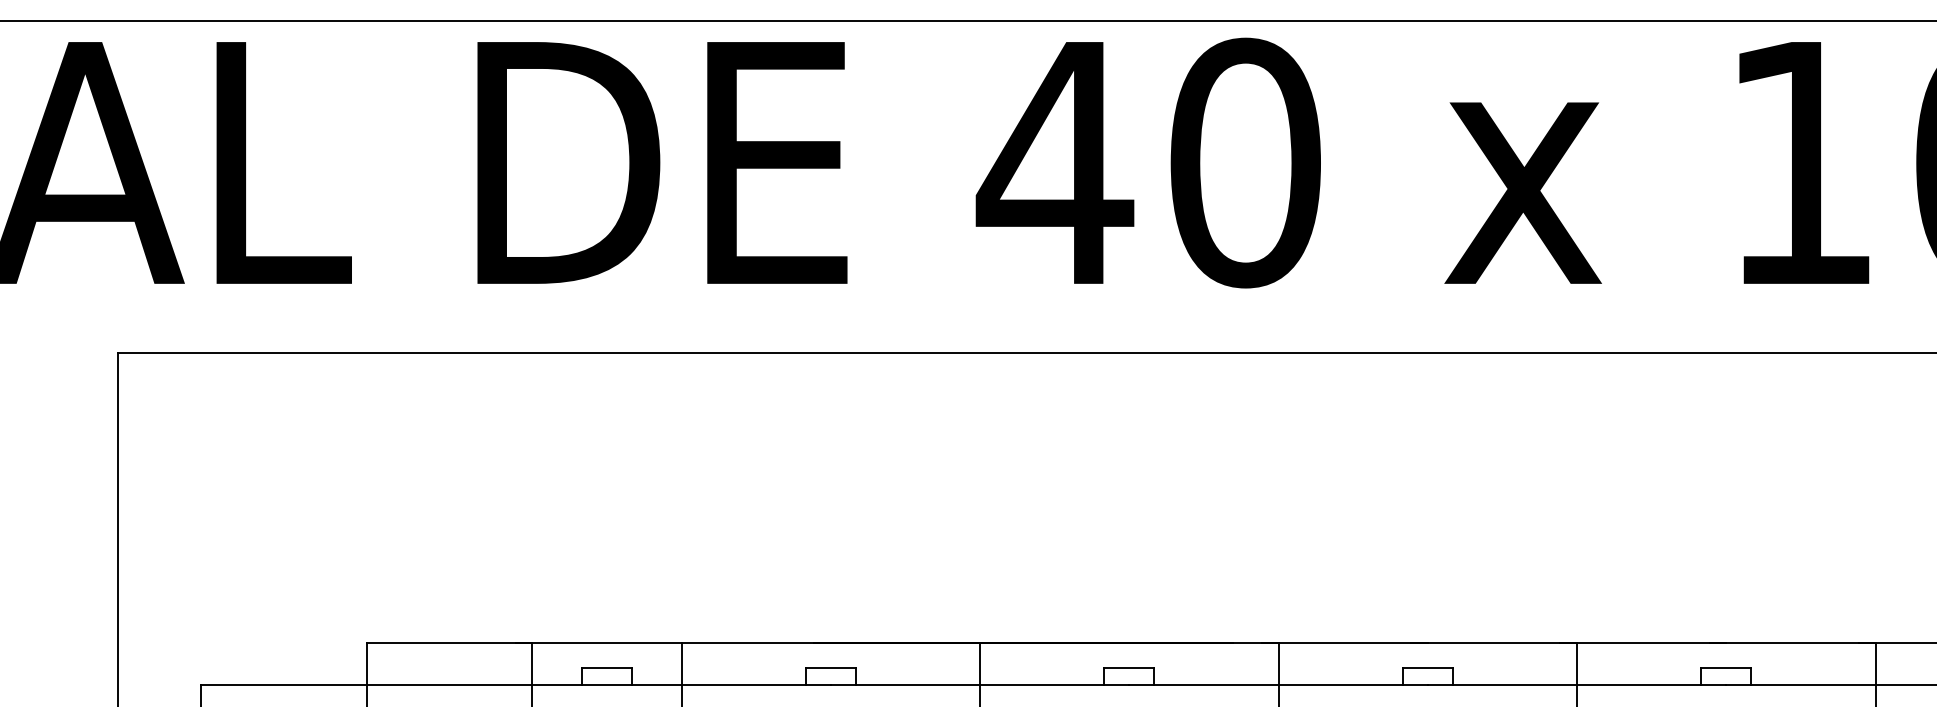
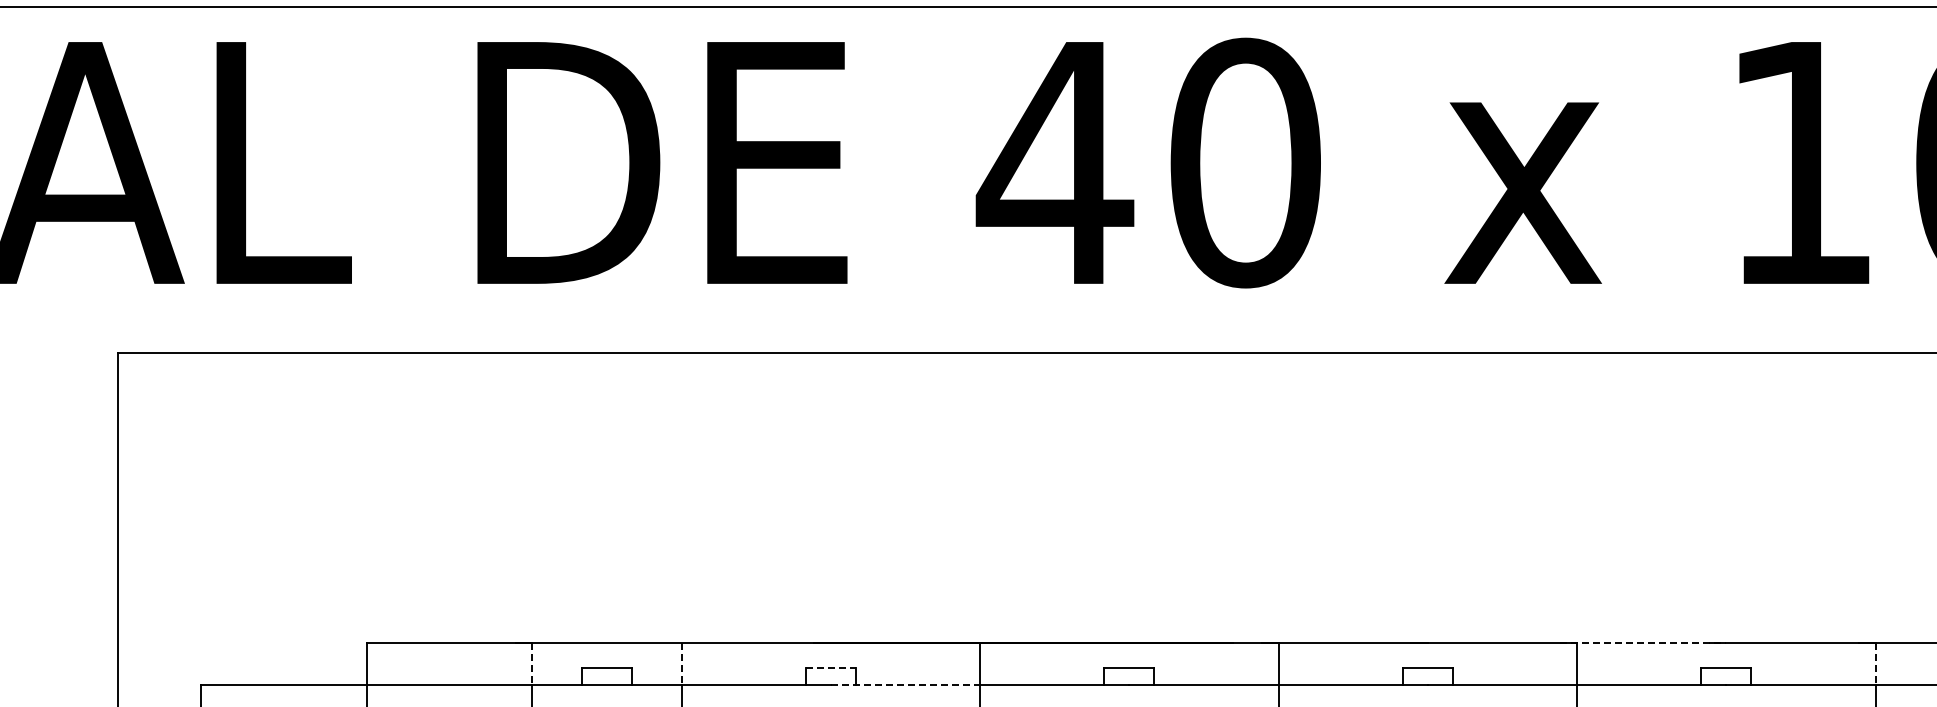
line at (967, 21) position: (967, 21) -> (967, 7)
line at (1643, 643): solid -> dashed
line at (532, 664): solid -> dashed
line at (681, 664): solid -> dashed
line at (1875, 664): solid -> dashed
line at (830, 668): solid -> dashed
line at (905, 684): solid -> dashed
